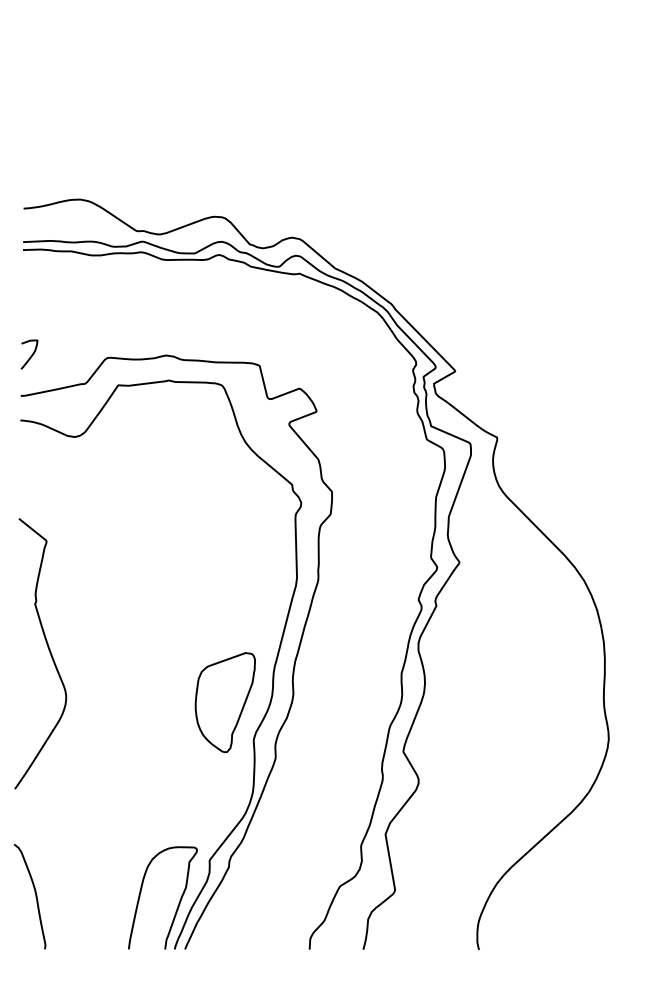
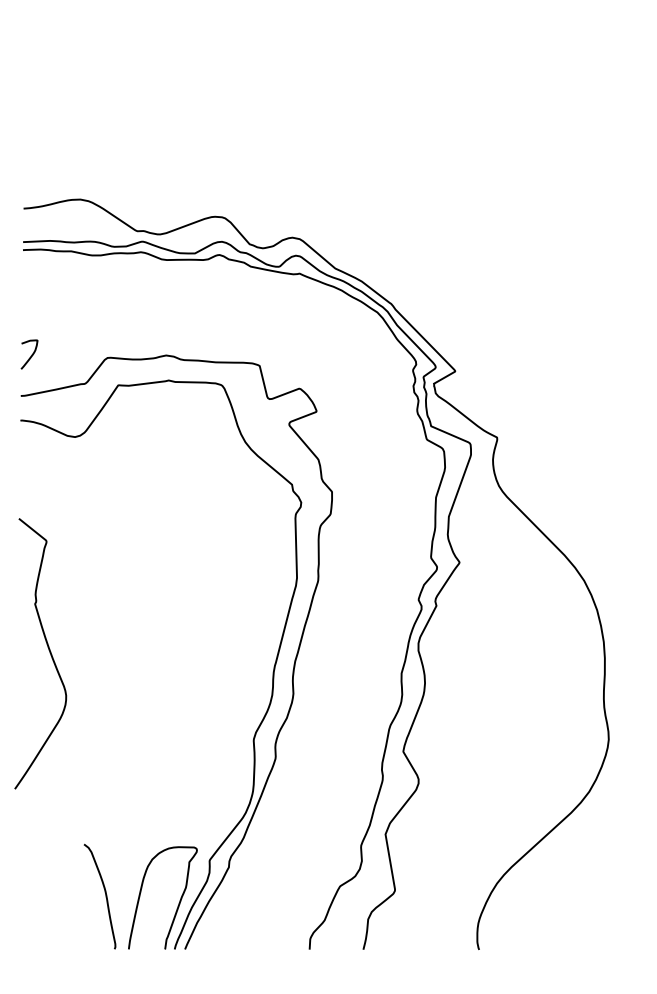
part at (224, 702): present -> none
curve at (35, 896) position: (35, 896) -> (105, 896)
